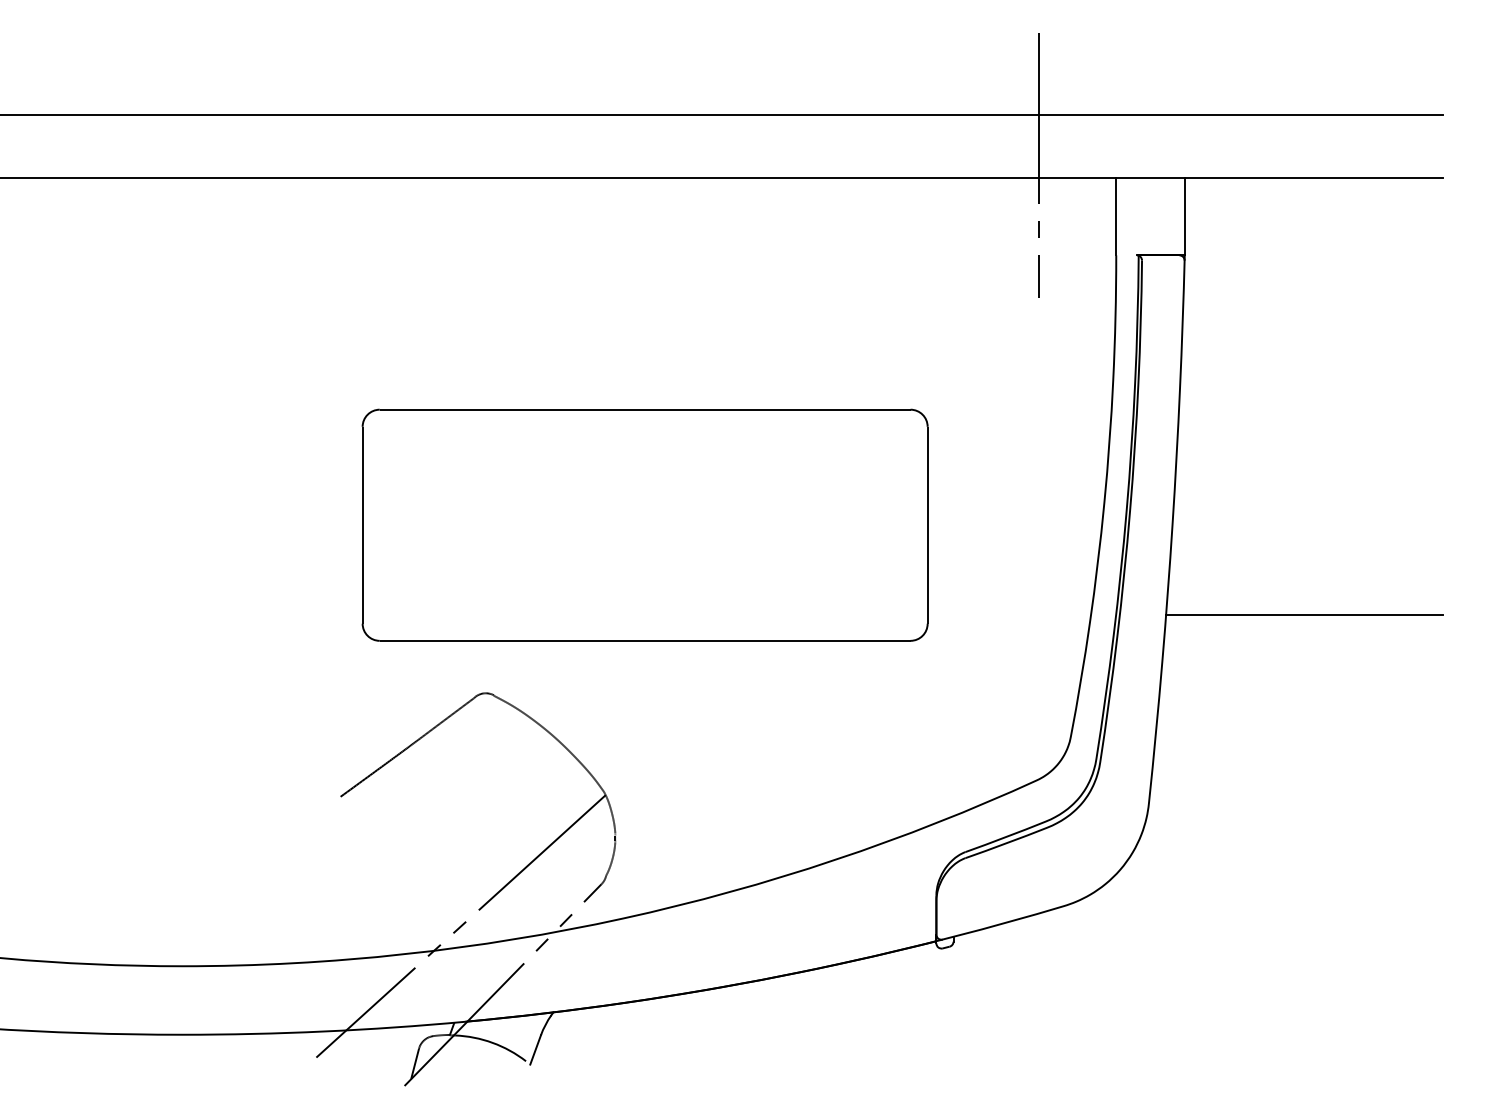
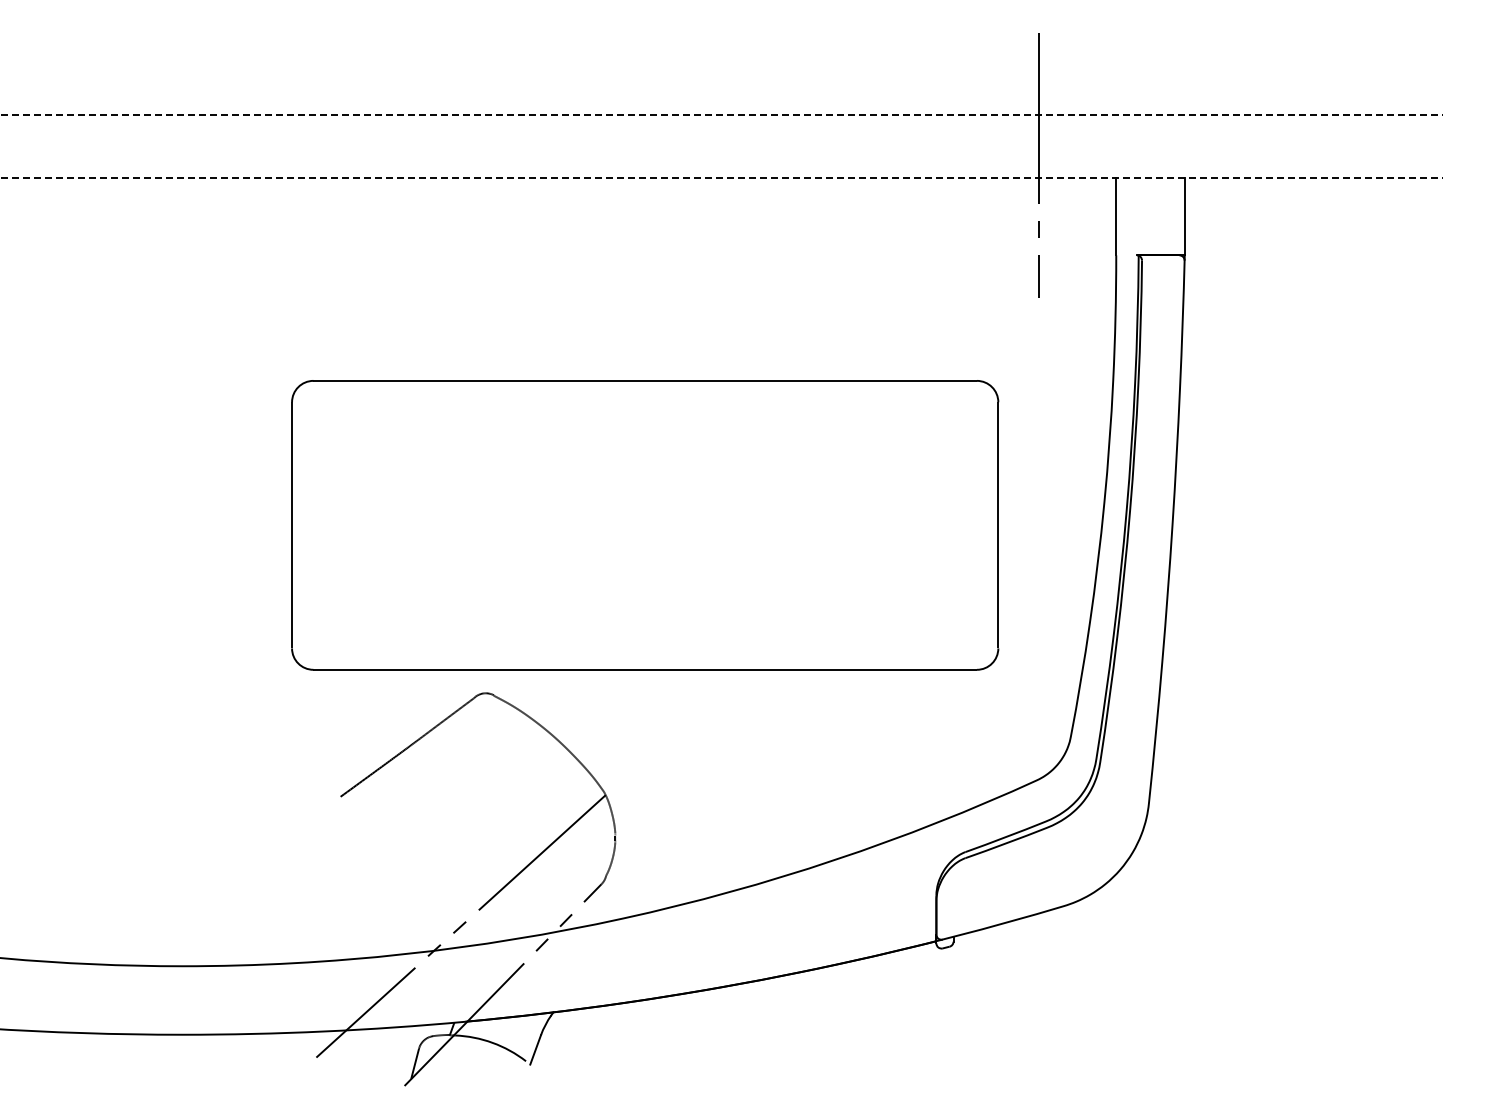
line at (722, 114): solid -> dashed
line at (722, 178): solid -> dashed
part at (644, 524) size: 568x234 px -> 709x291 px
line at (1304, 615): present -> none
